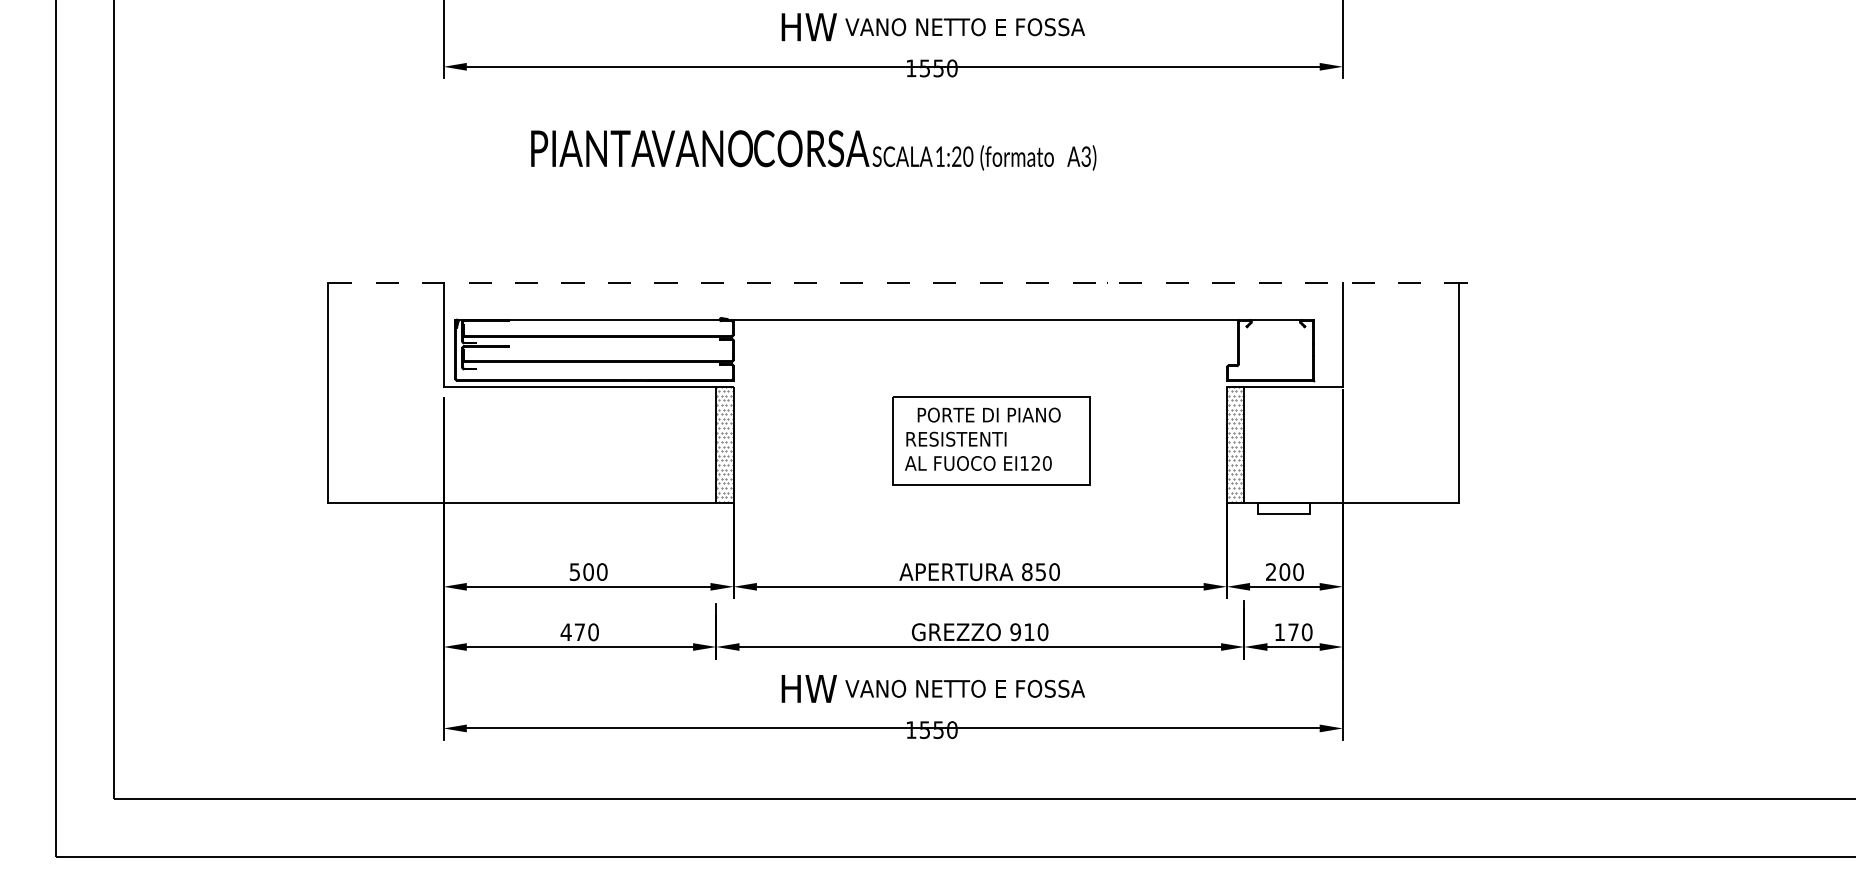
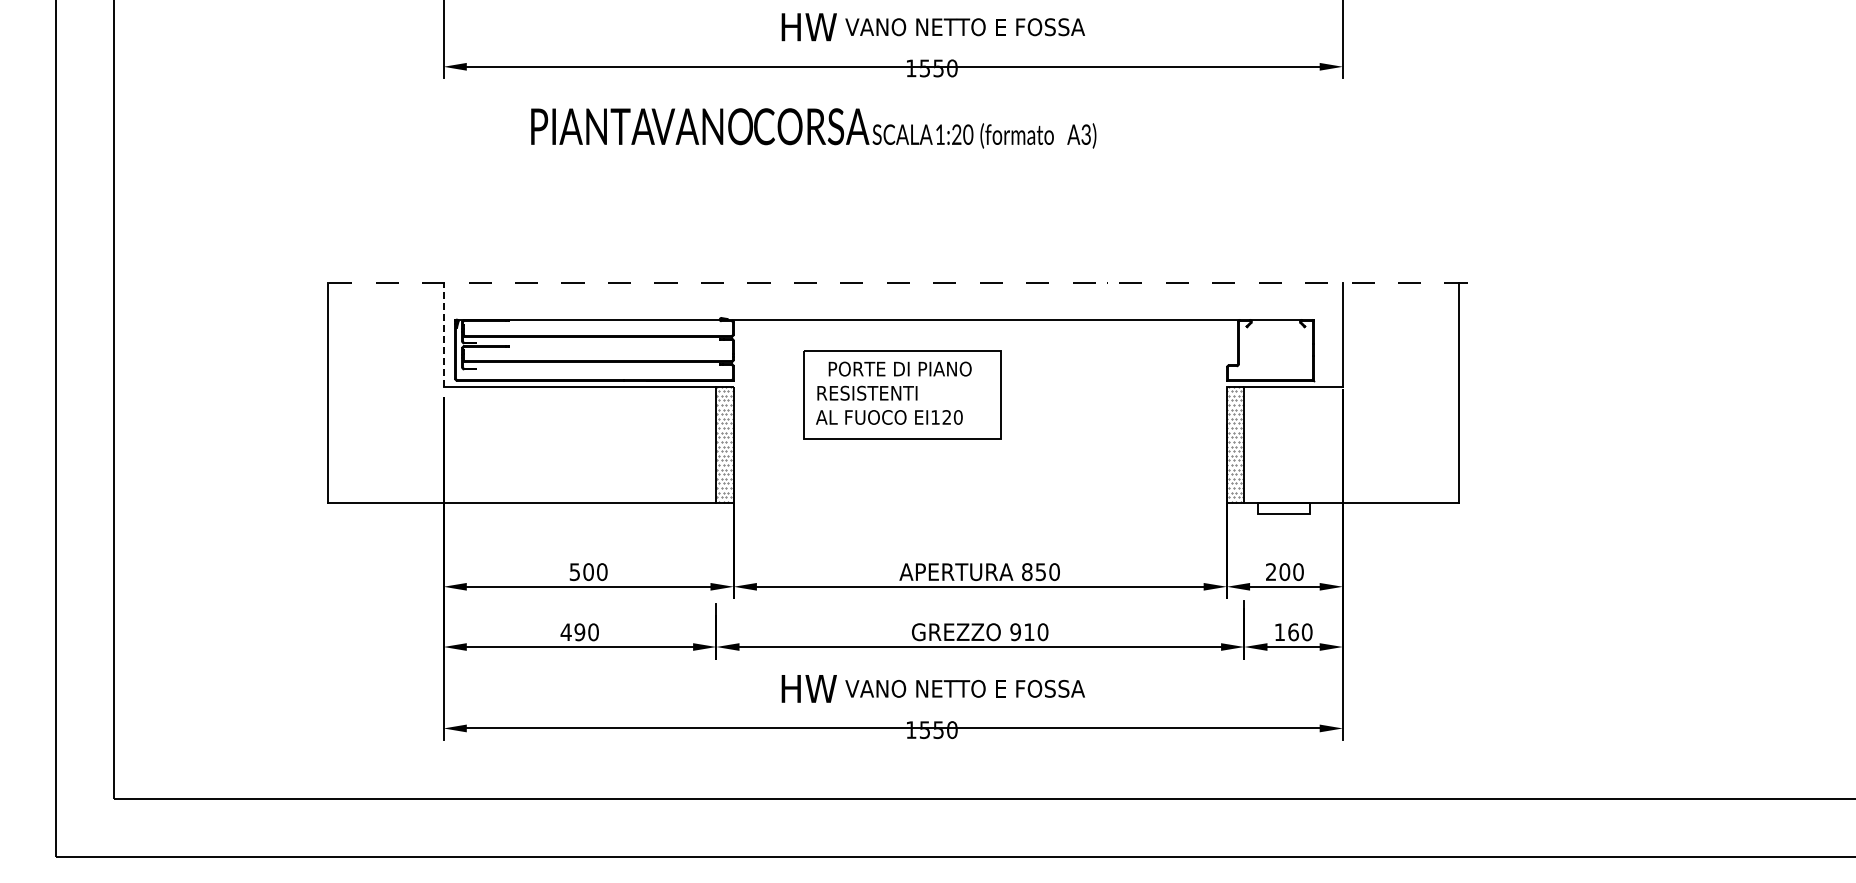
text at (813, 150) position: (813, 150) -> (813, 128)
line at (443, 334): solid -> dashed
part at (991, 440) position: (991, 440) -> (902, 394)
text at (579, 632): 470 -> 490
text at (1293, 632): 170 -> 160
